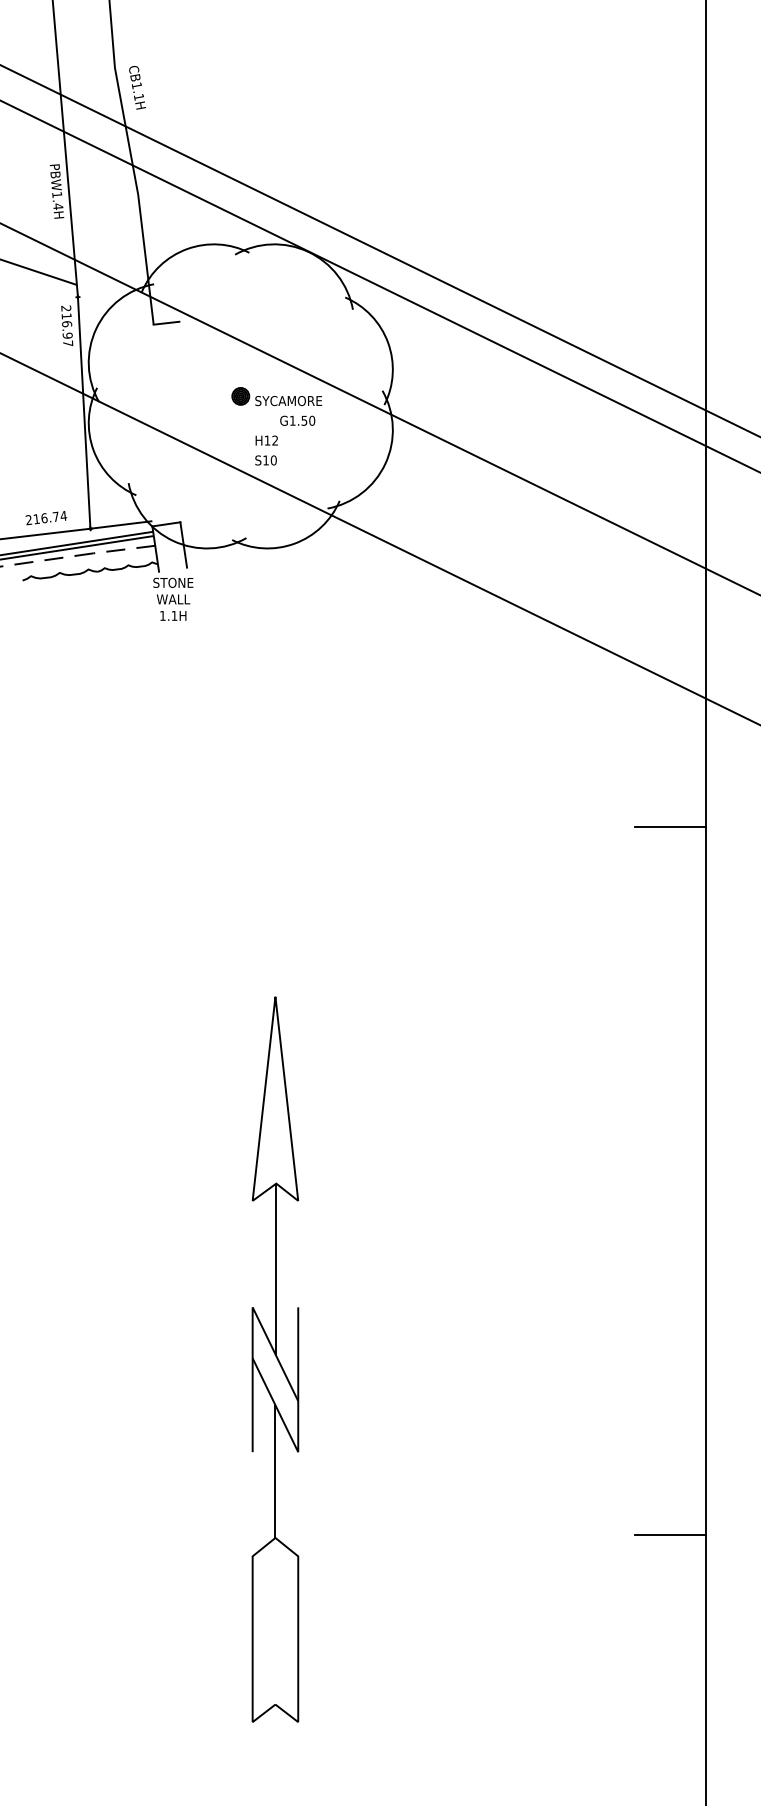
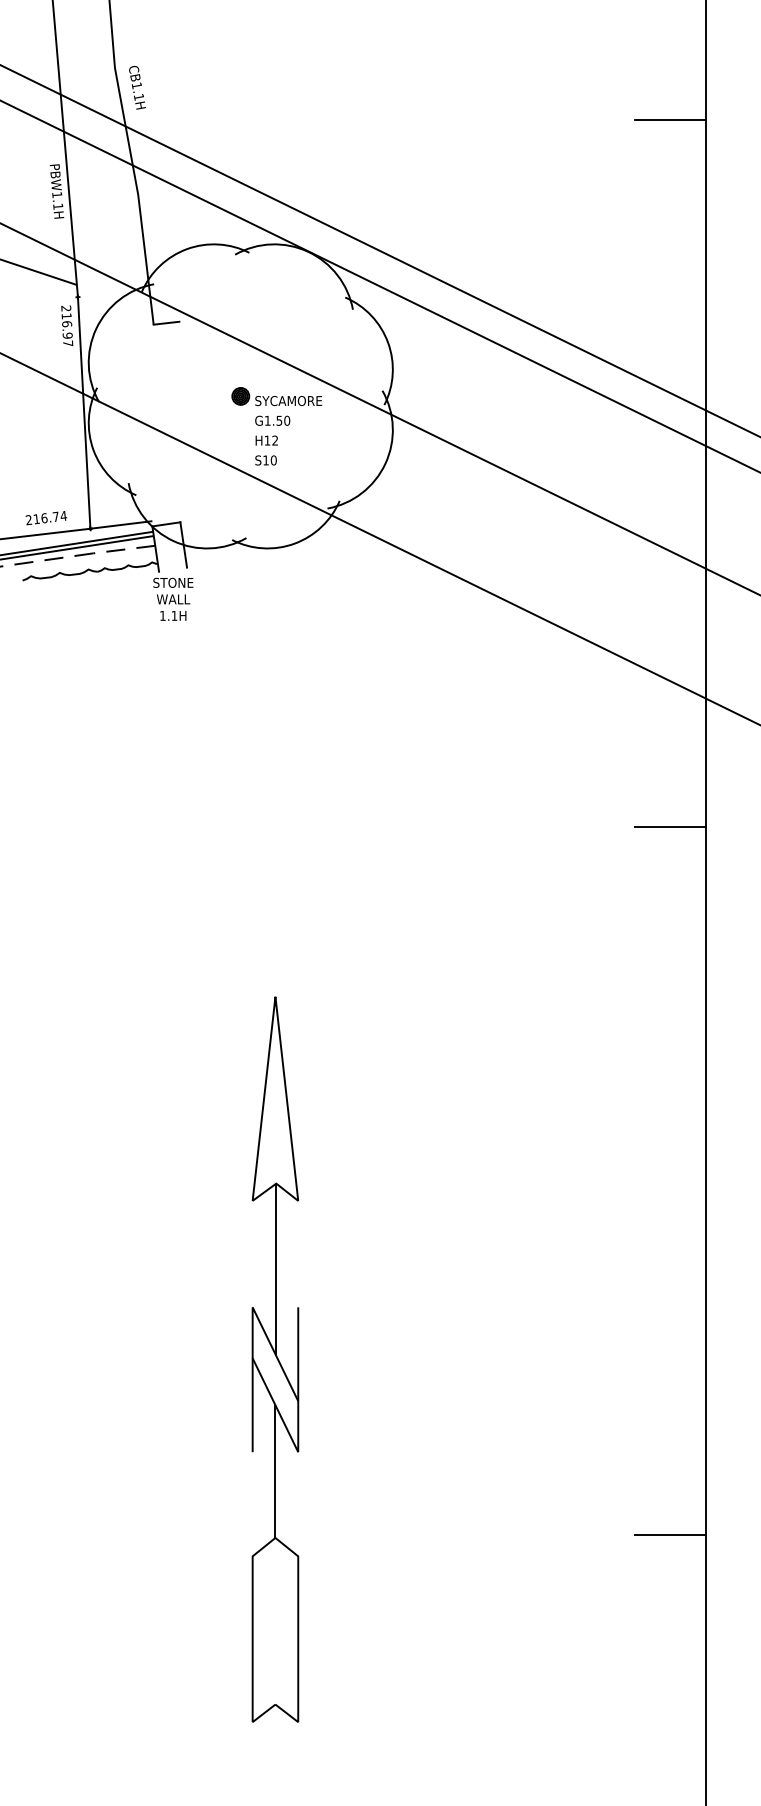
line at (670, 119): none -> present
text at (58, 206): PBW1.4H -> PBW1.1H
text at (297, 420) position: (297, 420) -> (272, 420)
